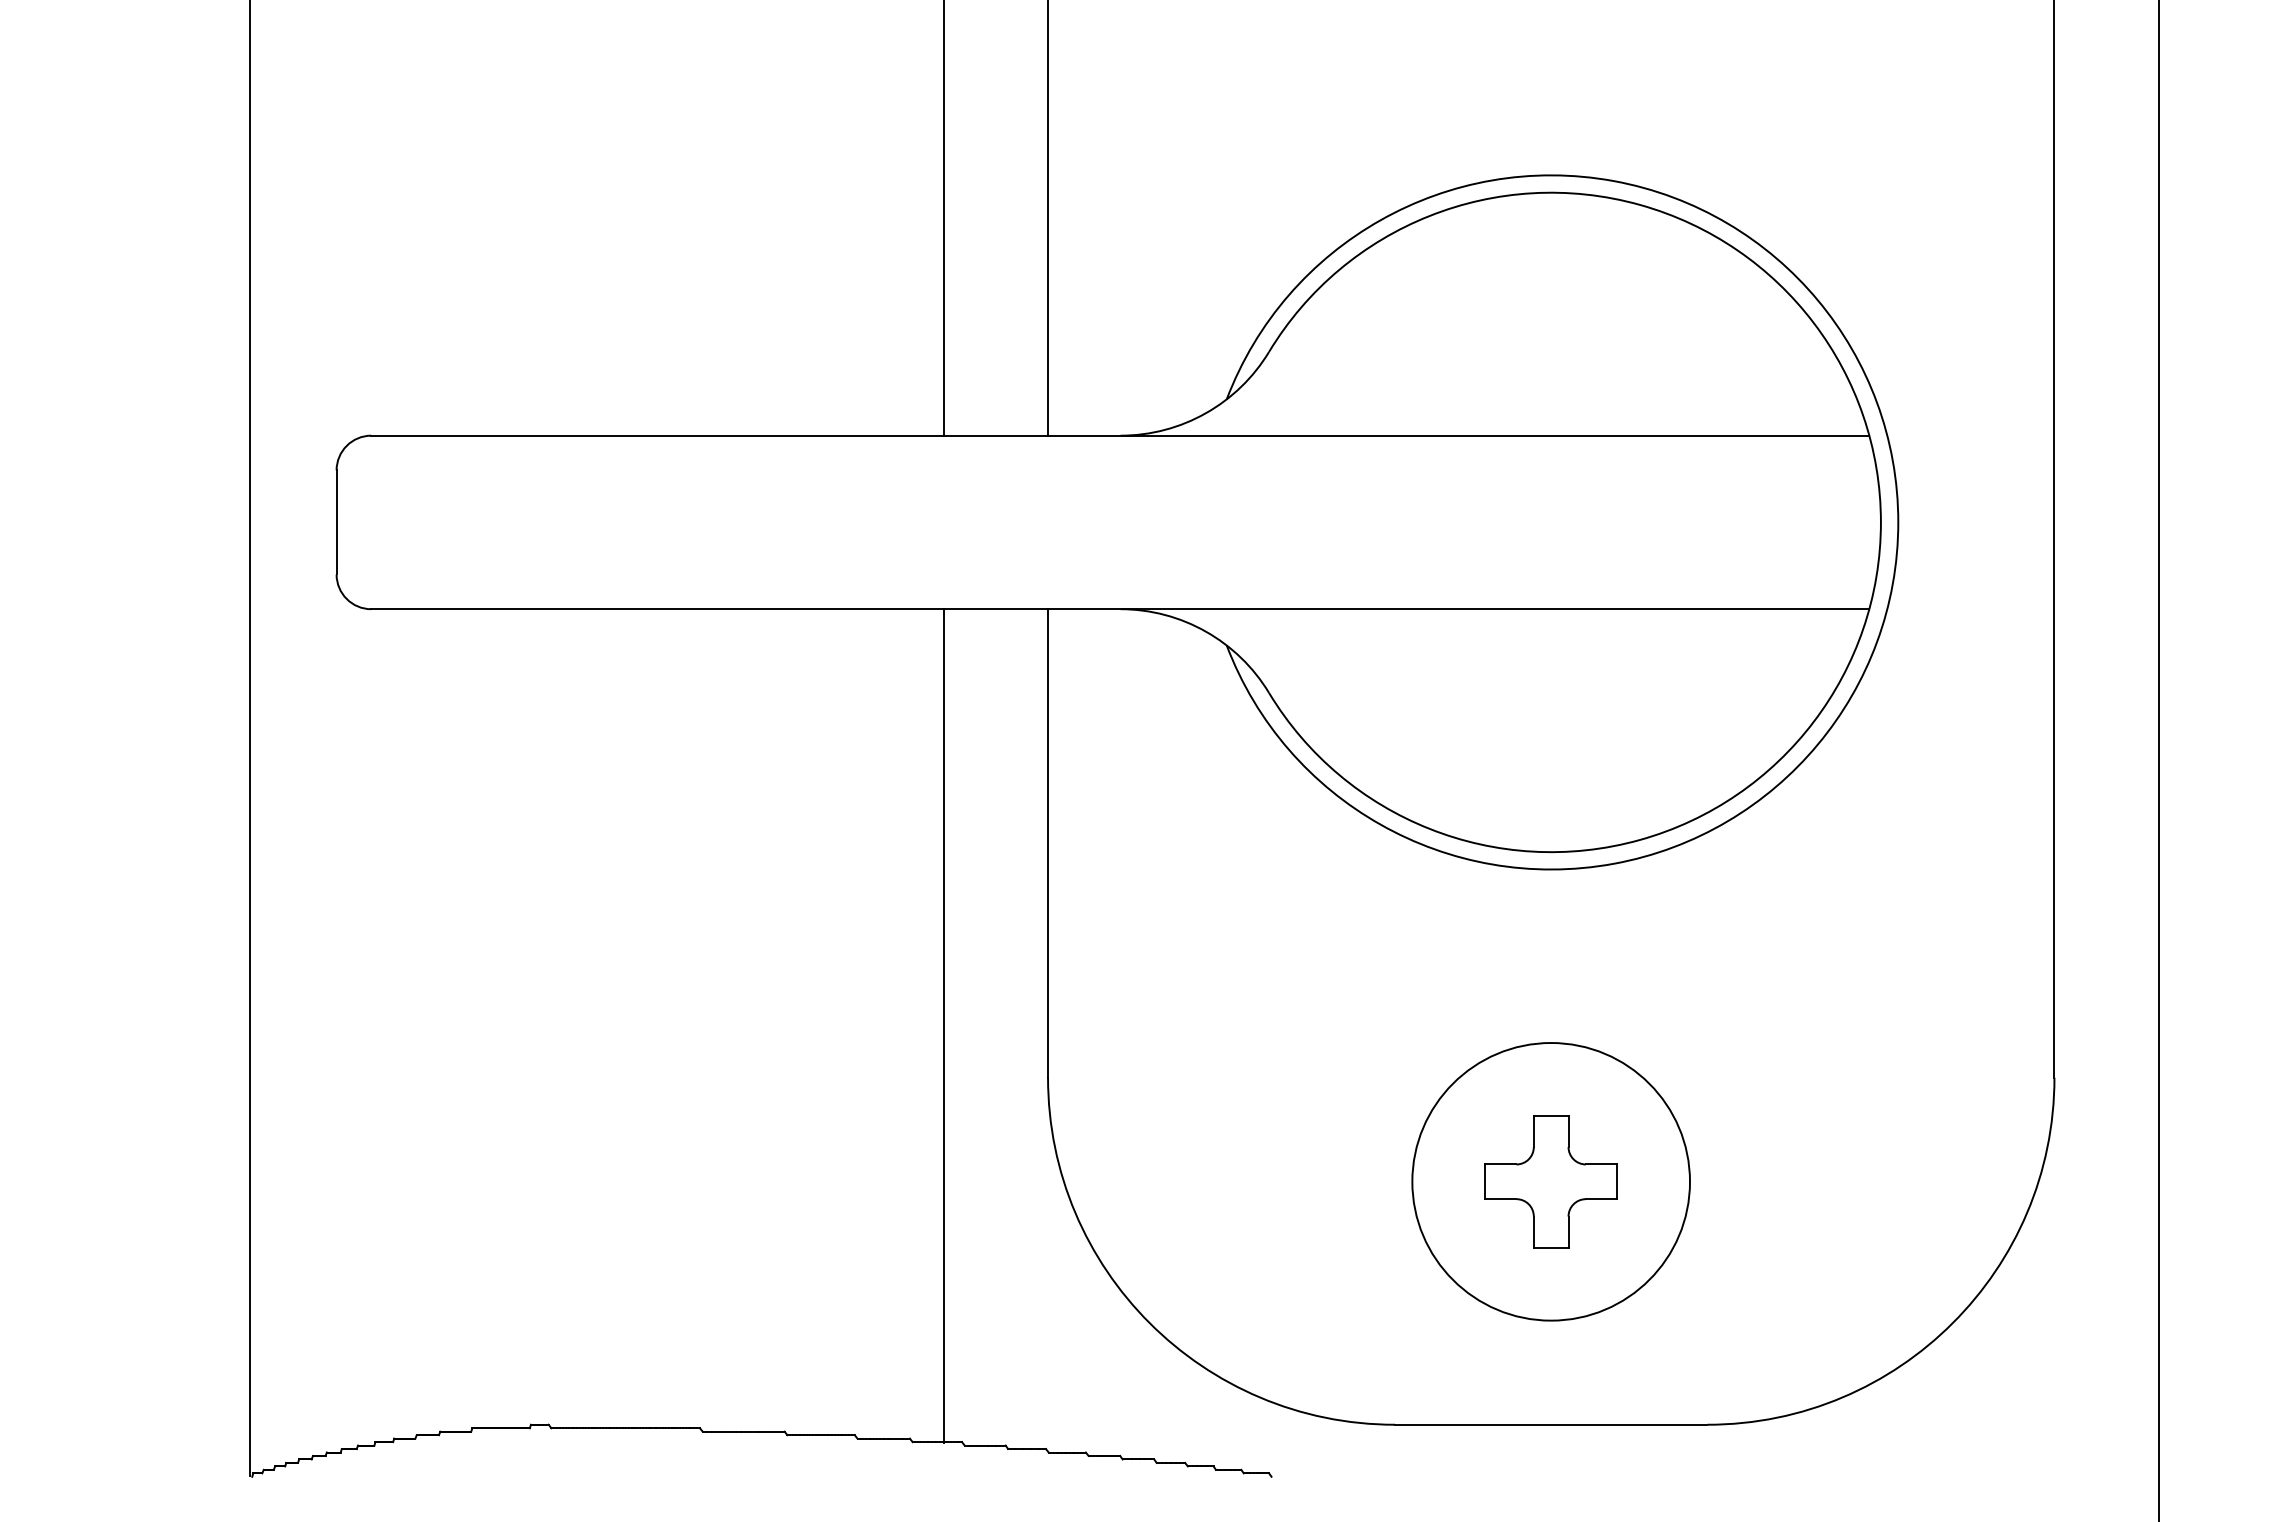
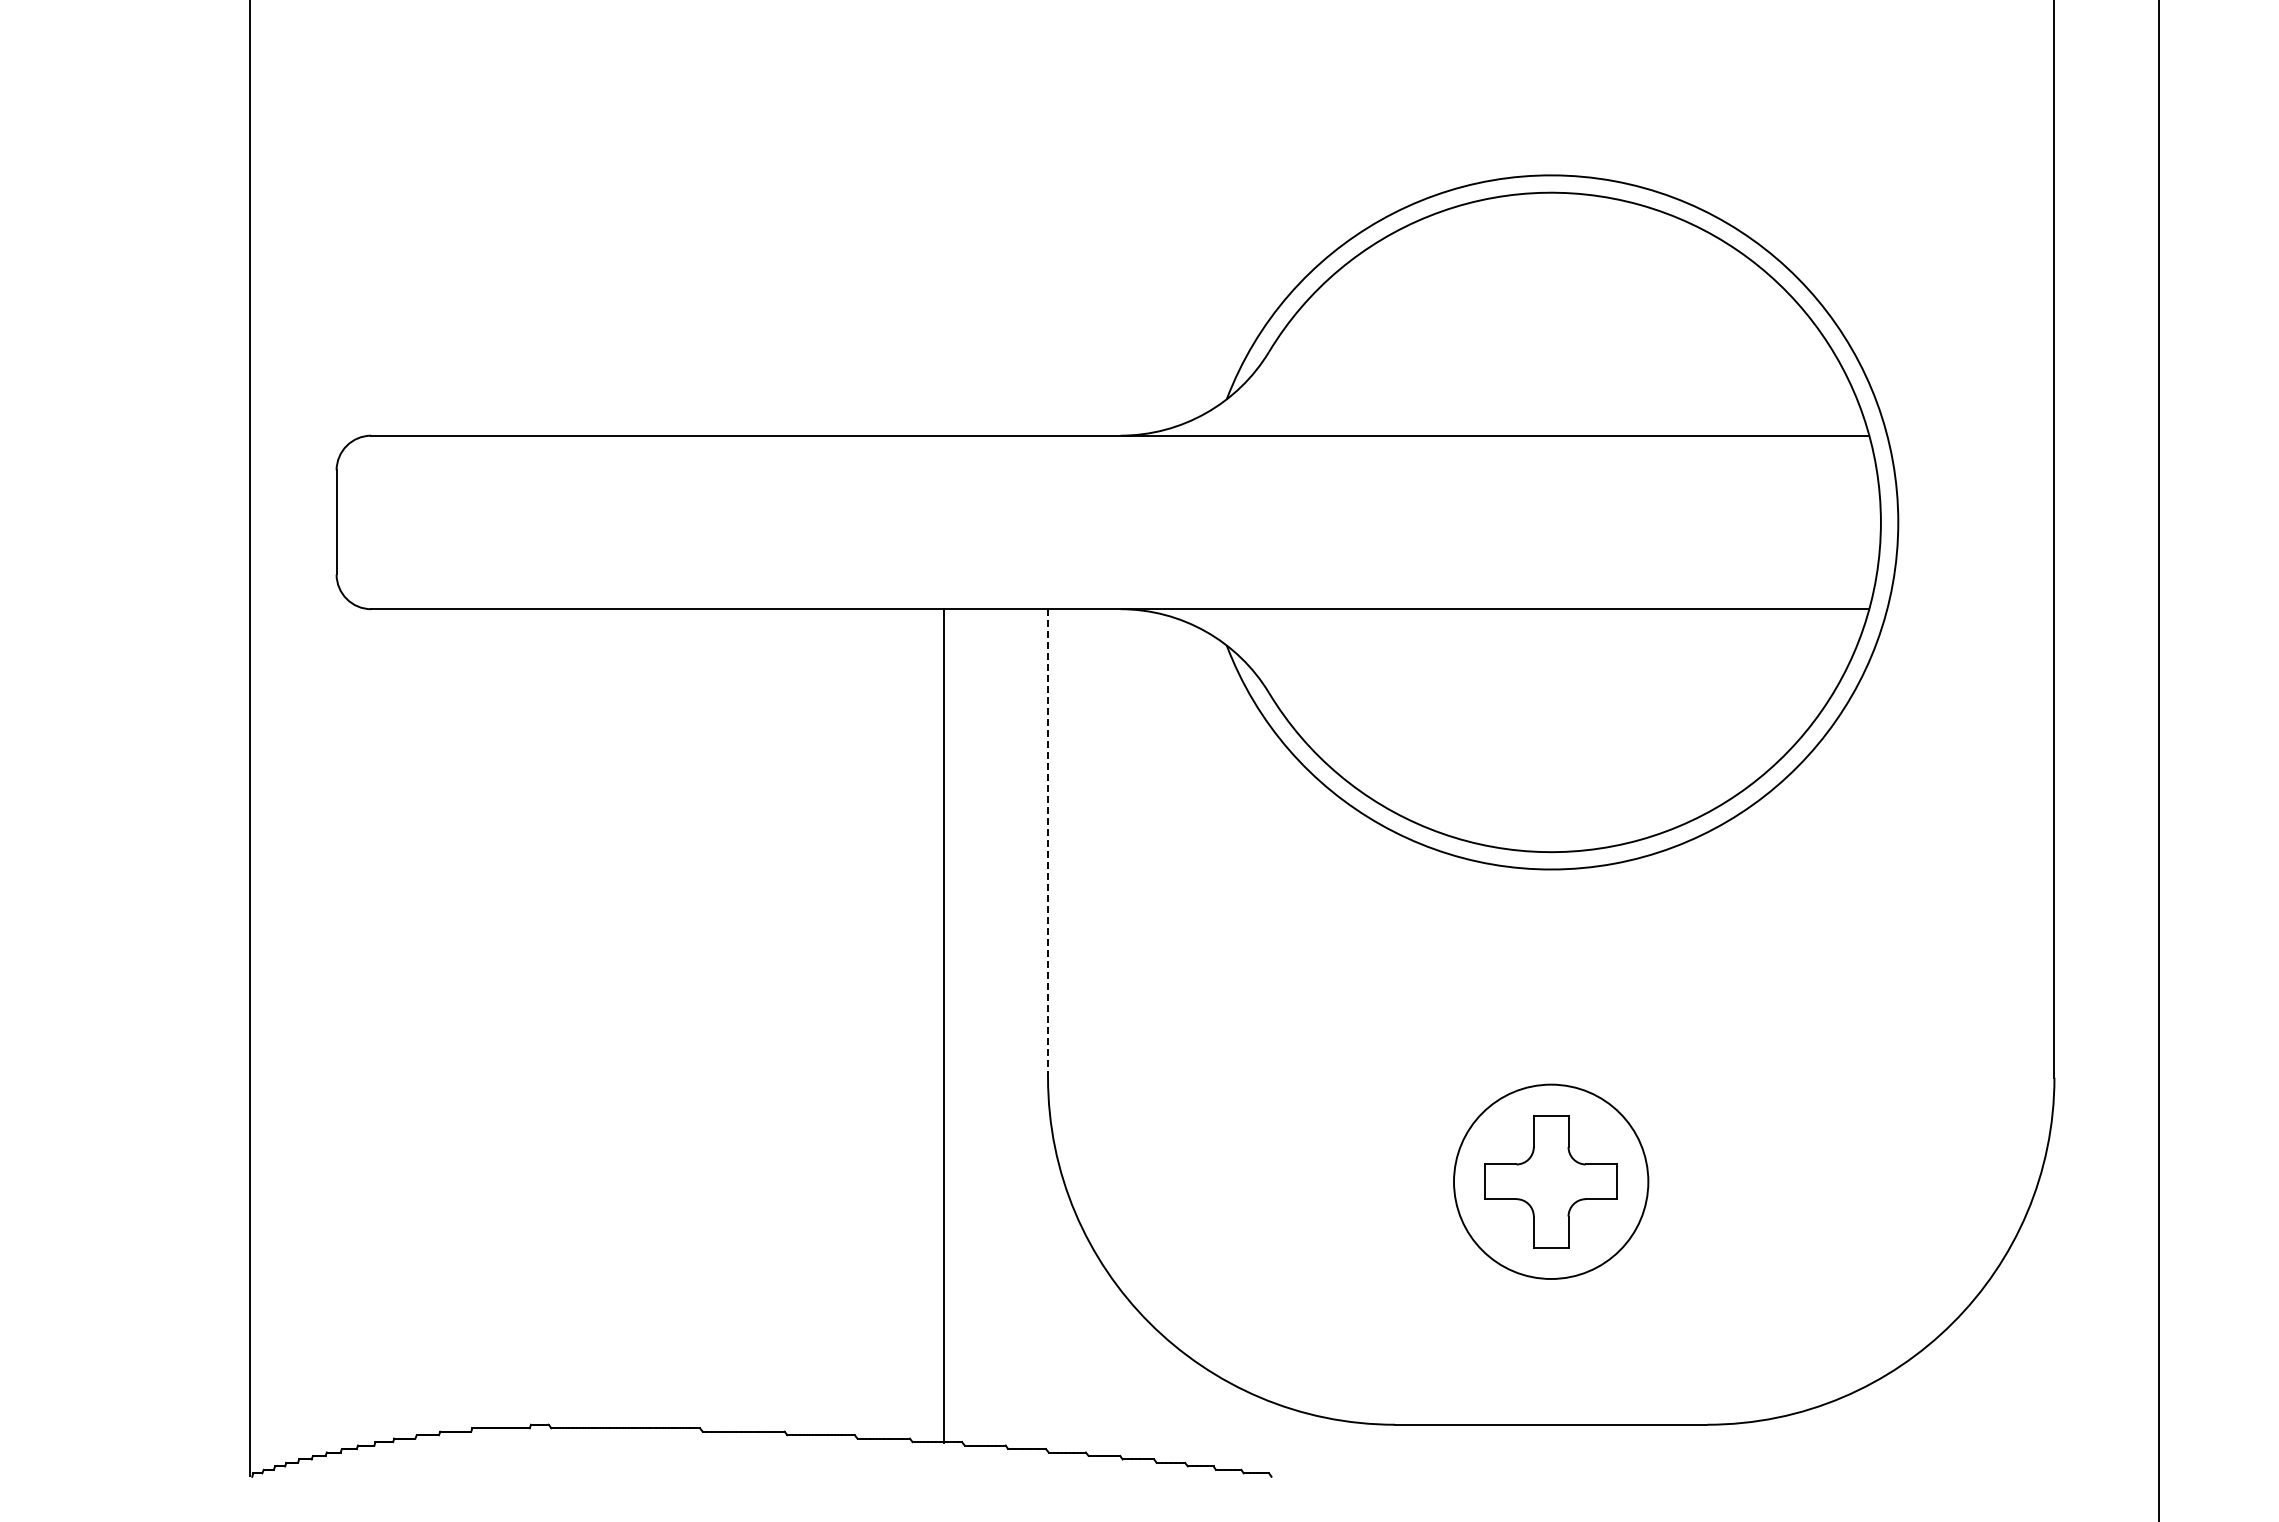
line at (943, 218): present -> none
line at (1048, 218): present -> none
line at (1048, 843): solid -> dashed
circle at (1551, 1181) diameter: 278 px -> 194 px
